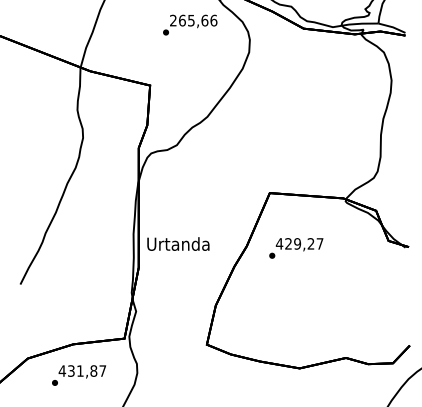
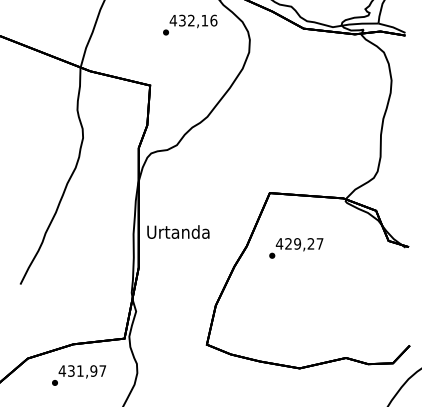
text at (188, 20): 265,66 -> 432,16
text at (178, 243) position: (178, 243) -> (178, 231)
text at (93, 370): 431,87 -> 431,97
